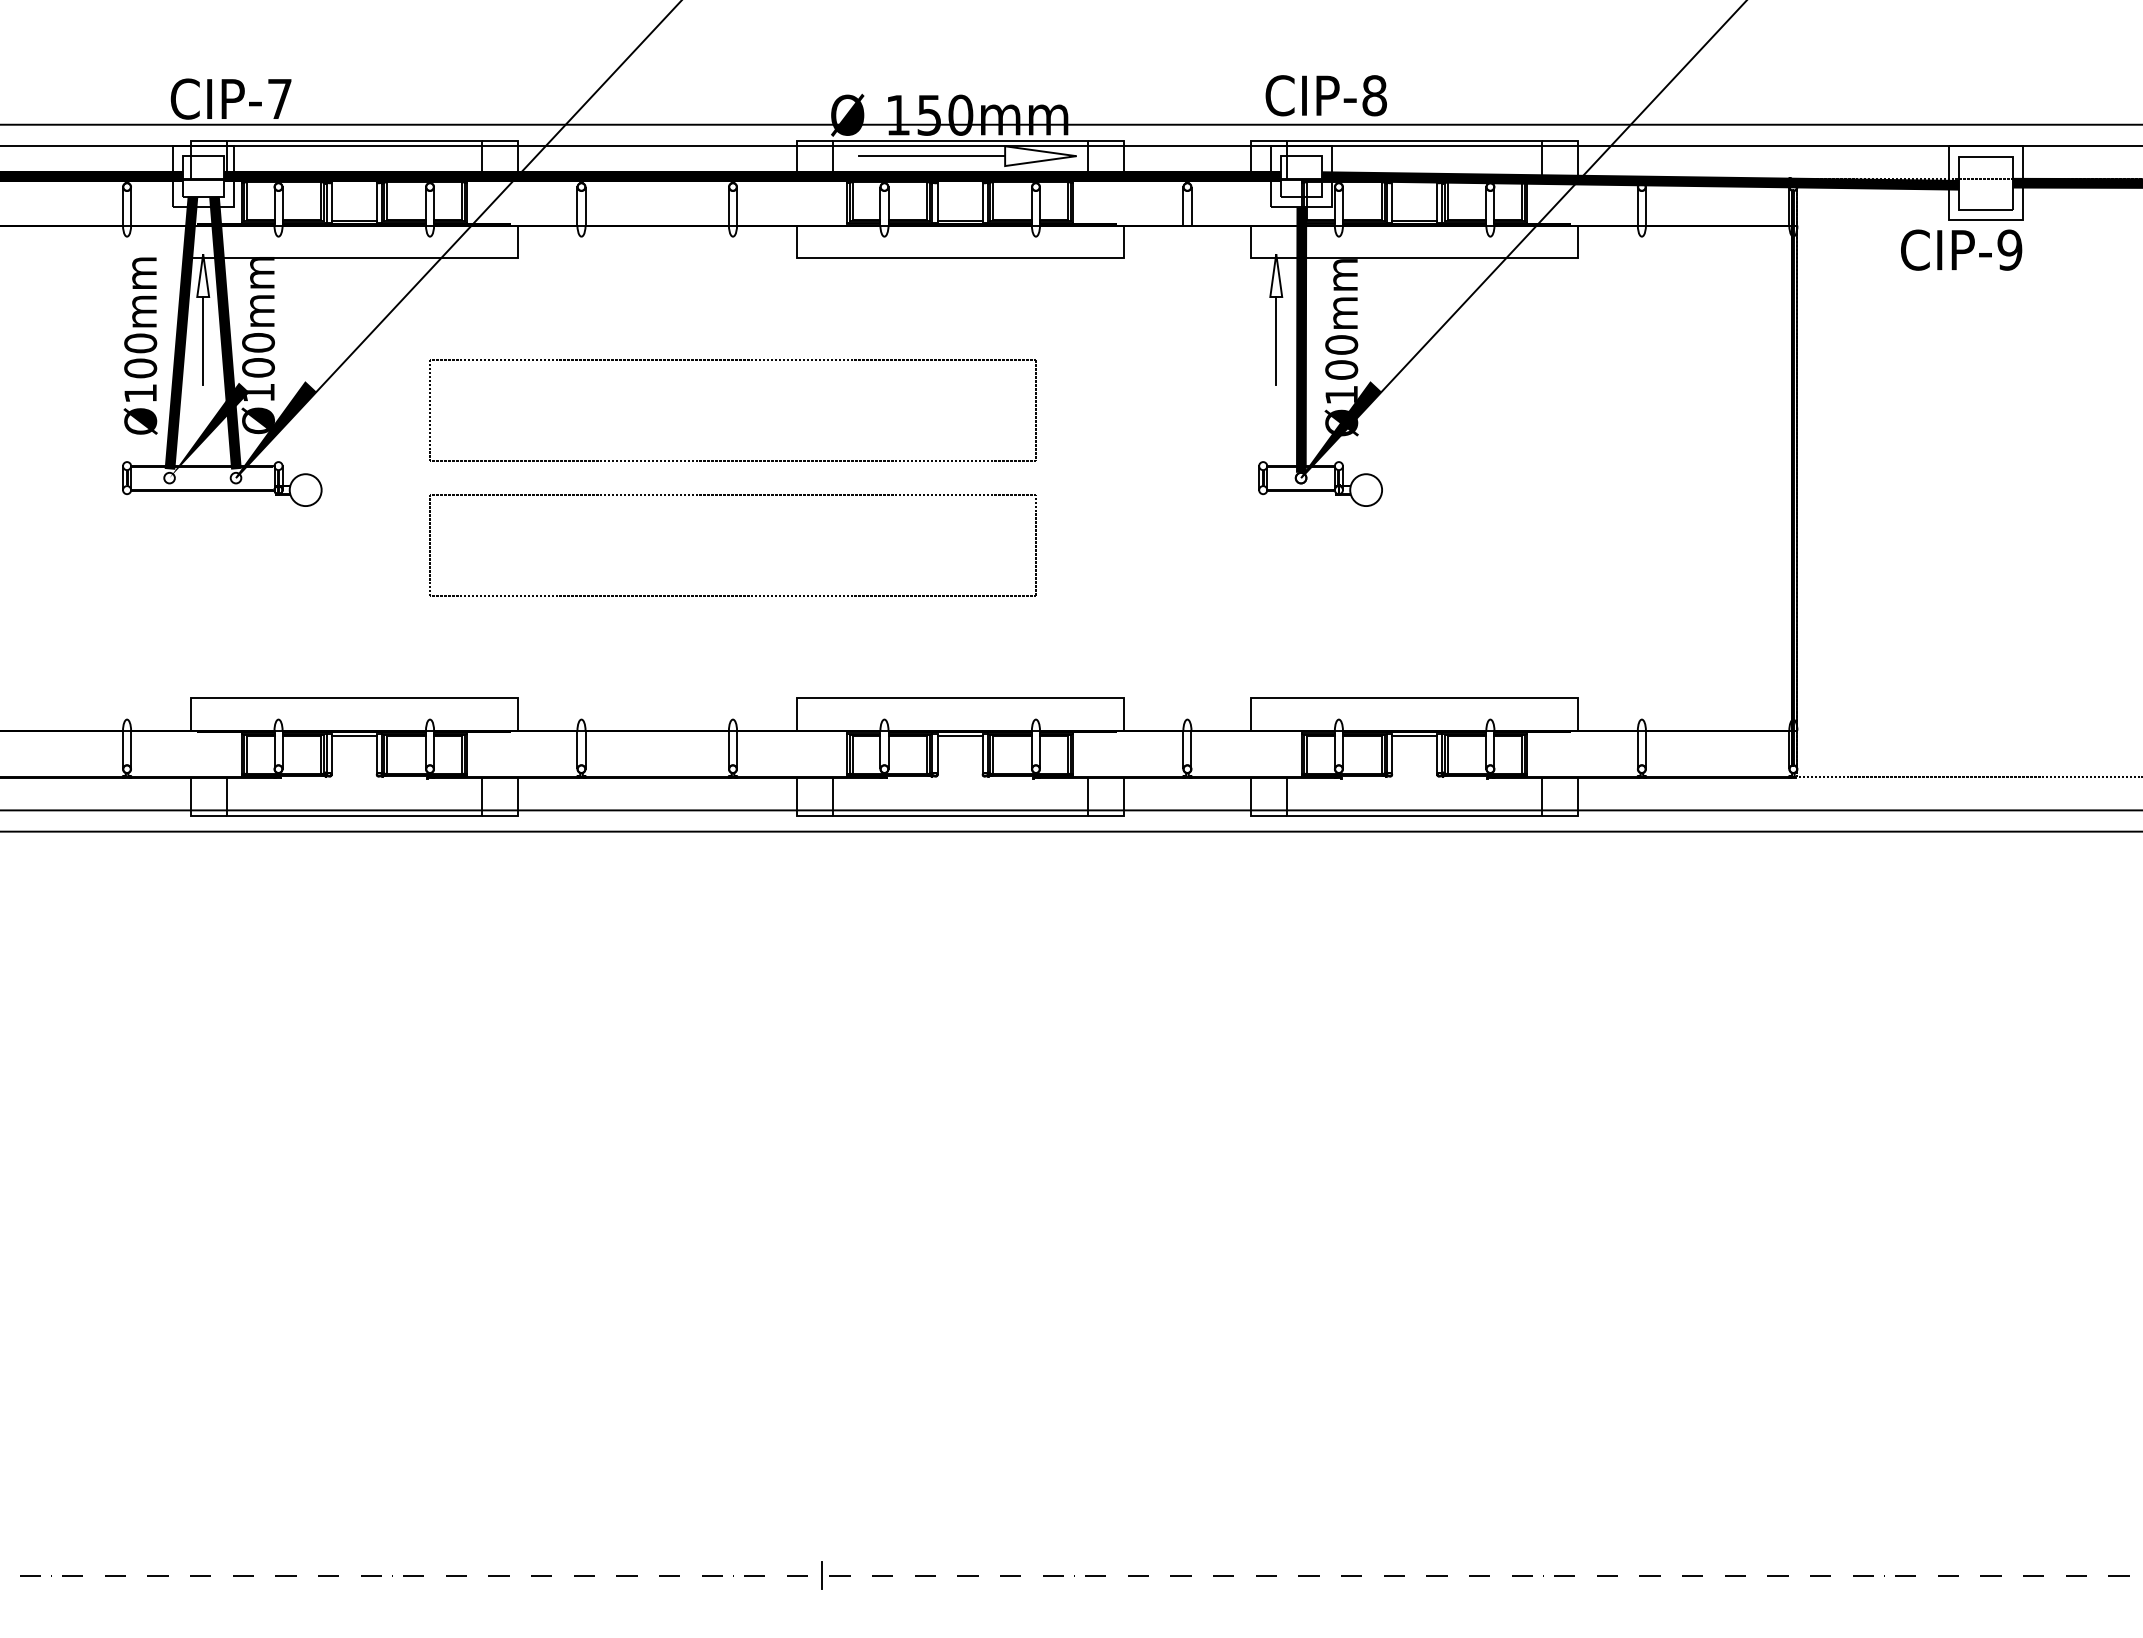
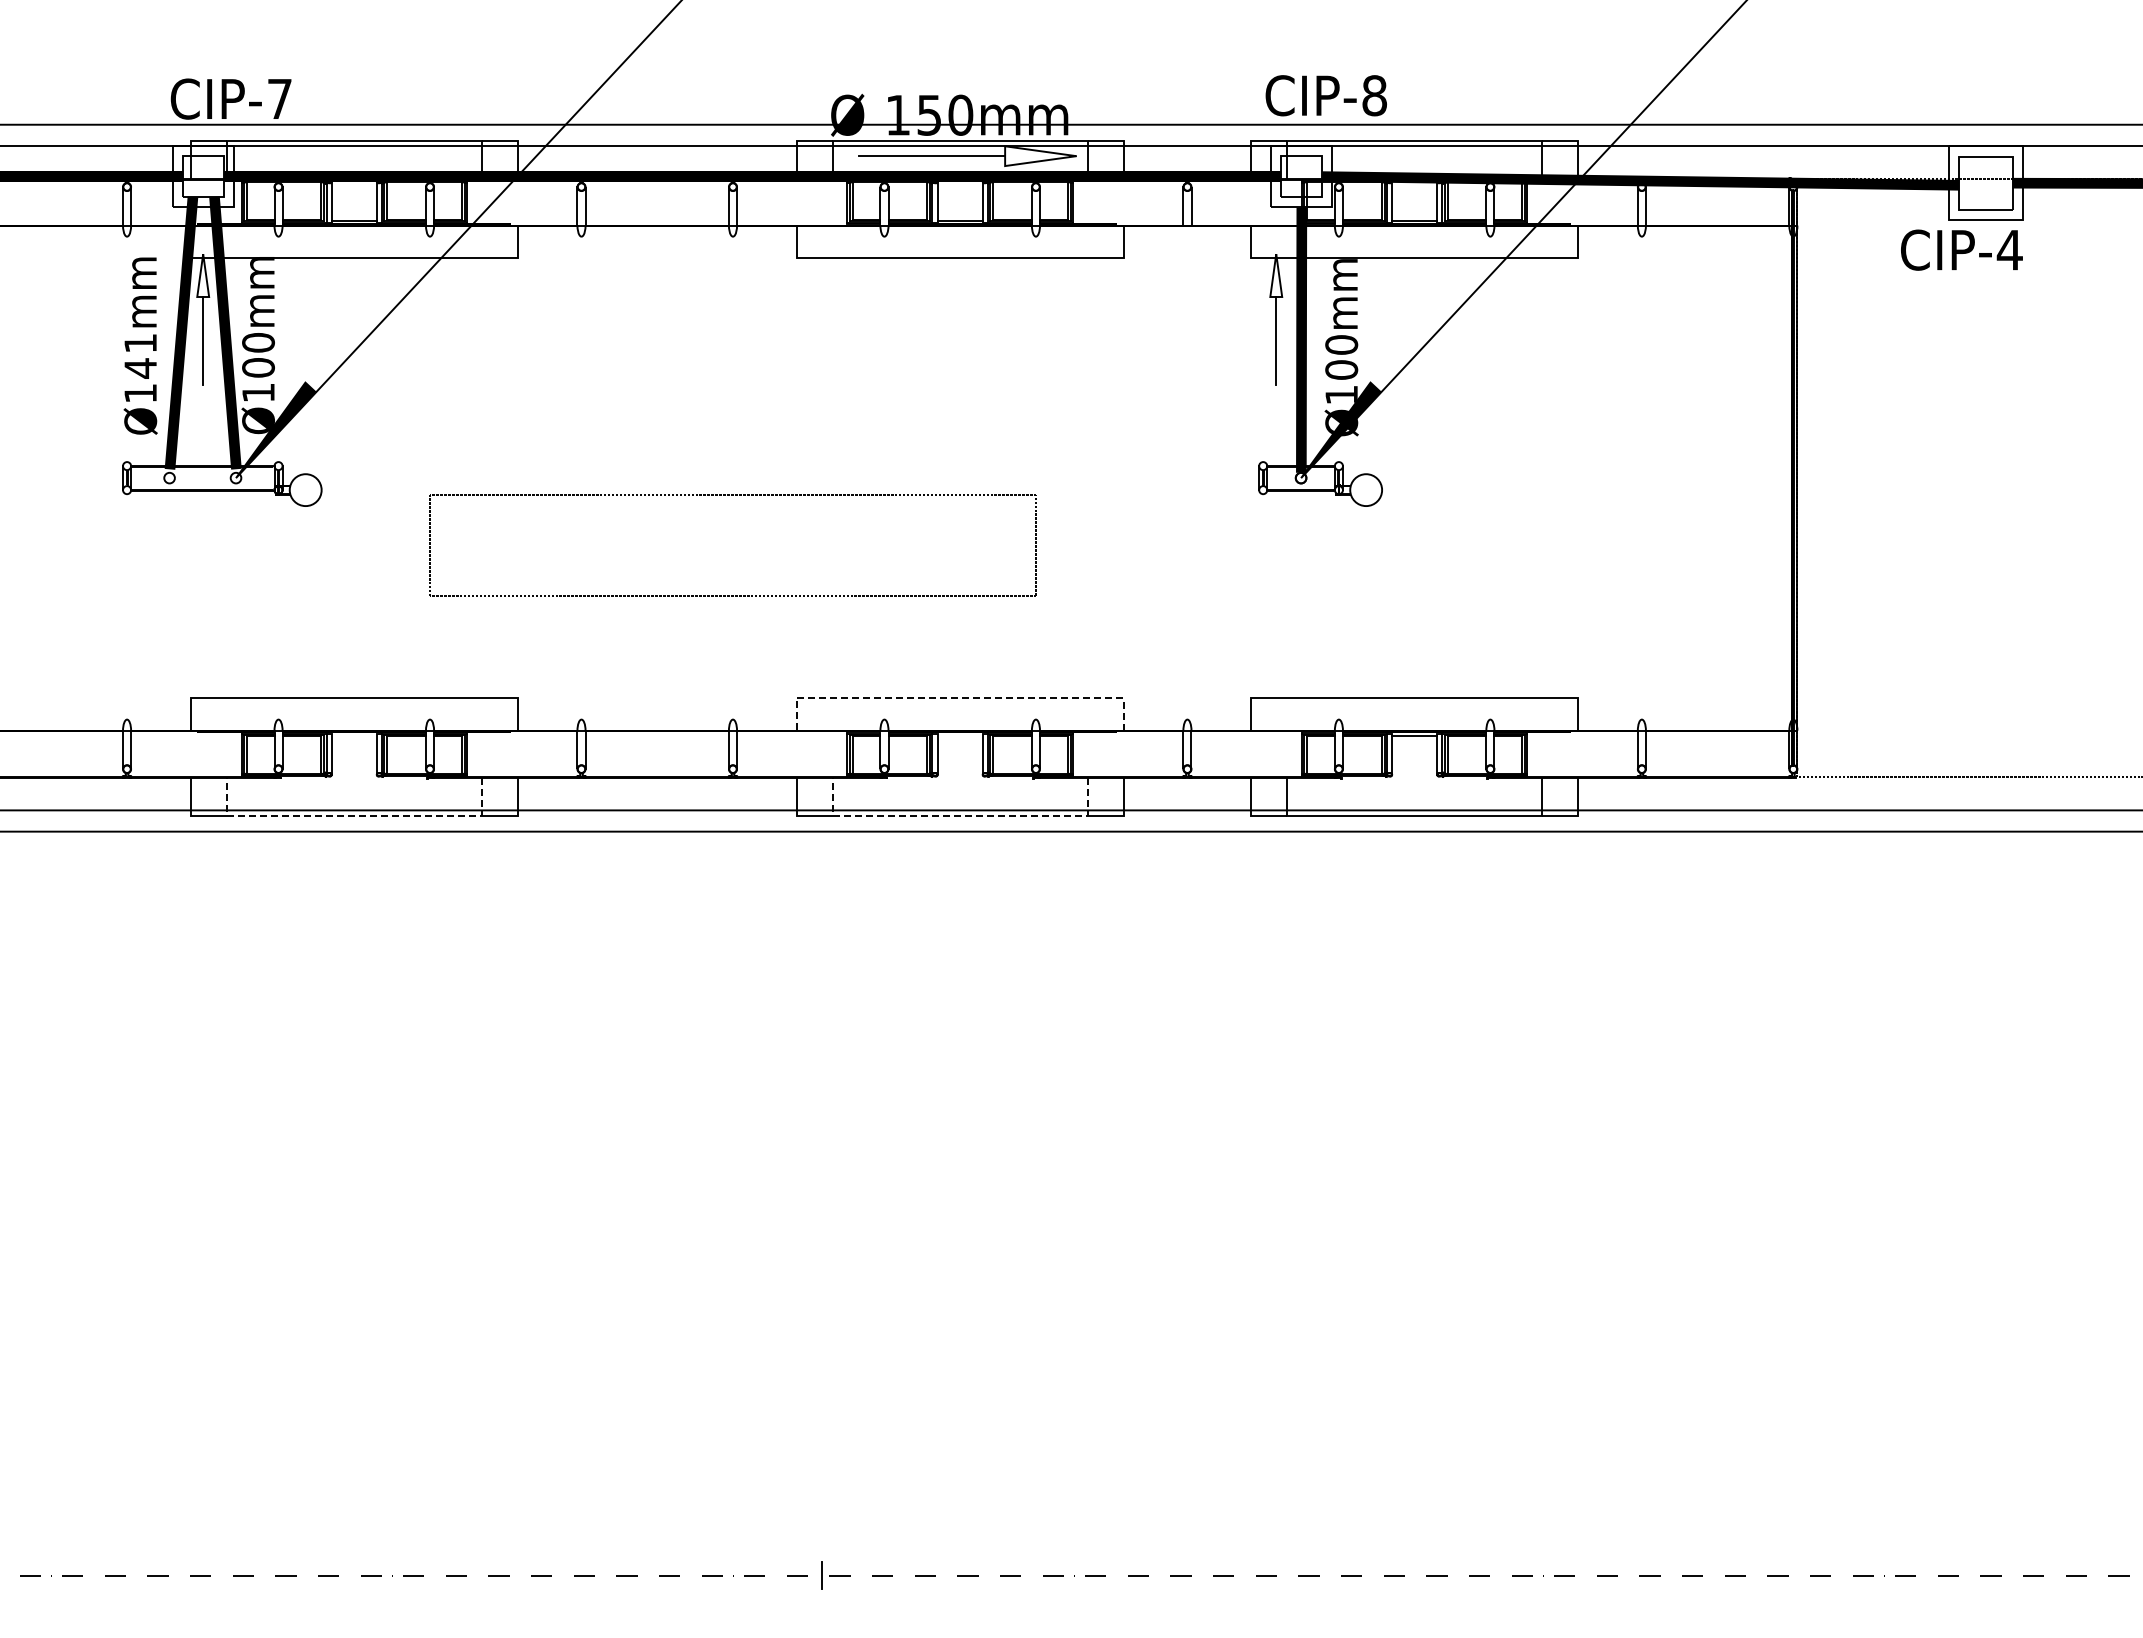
text at (2009, 249): CIP-9 -> CIP-4
text at (140, 355): Ø100mm -> Ø141mm
part at (732, 360): present -> none
fill at (209, 430): present -> none
line at (959, 697): solid -> dashed
line at (353, 735): present -> none
line at (959, 735): present -> none
line at (354, 815): solid -> dashed
line at (960, 815): solid -> dashed
